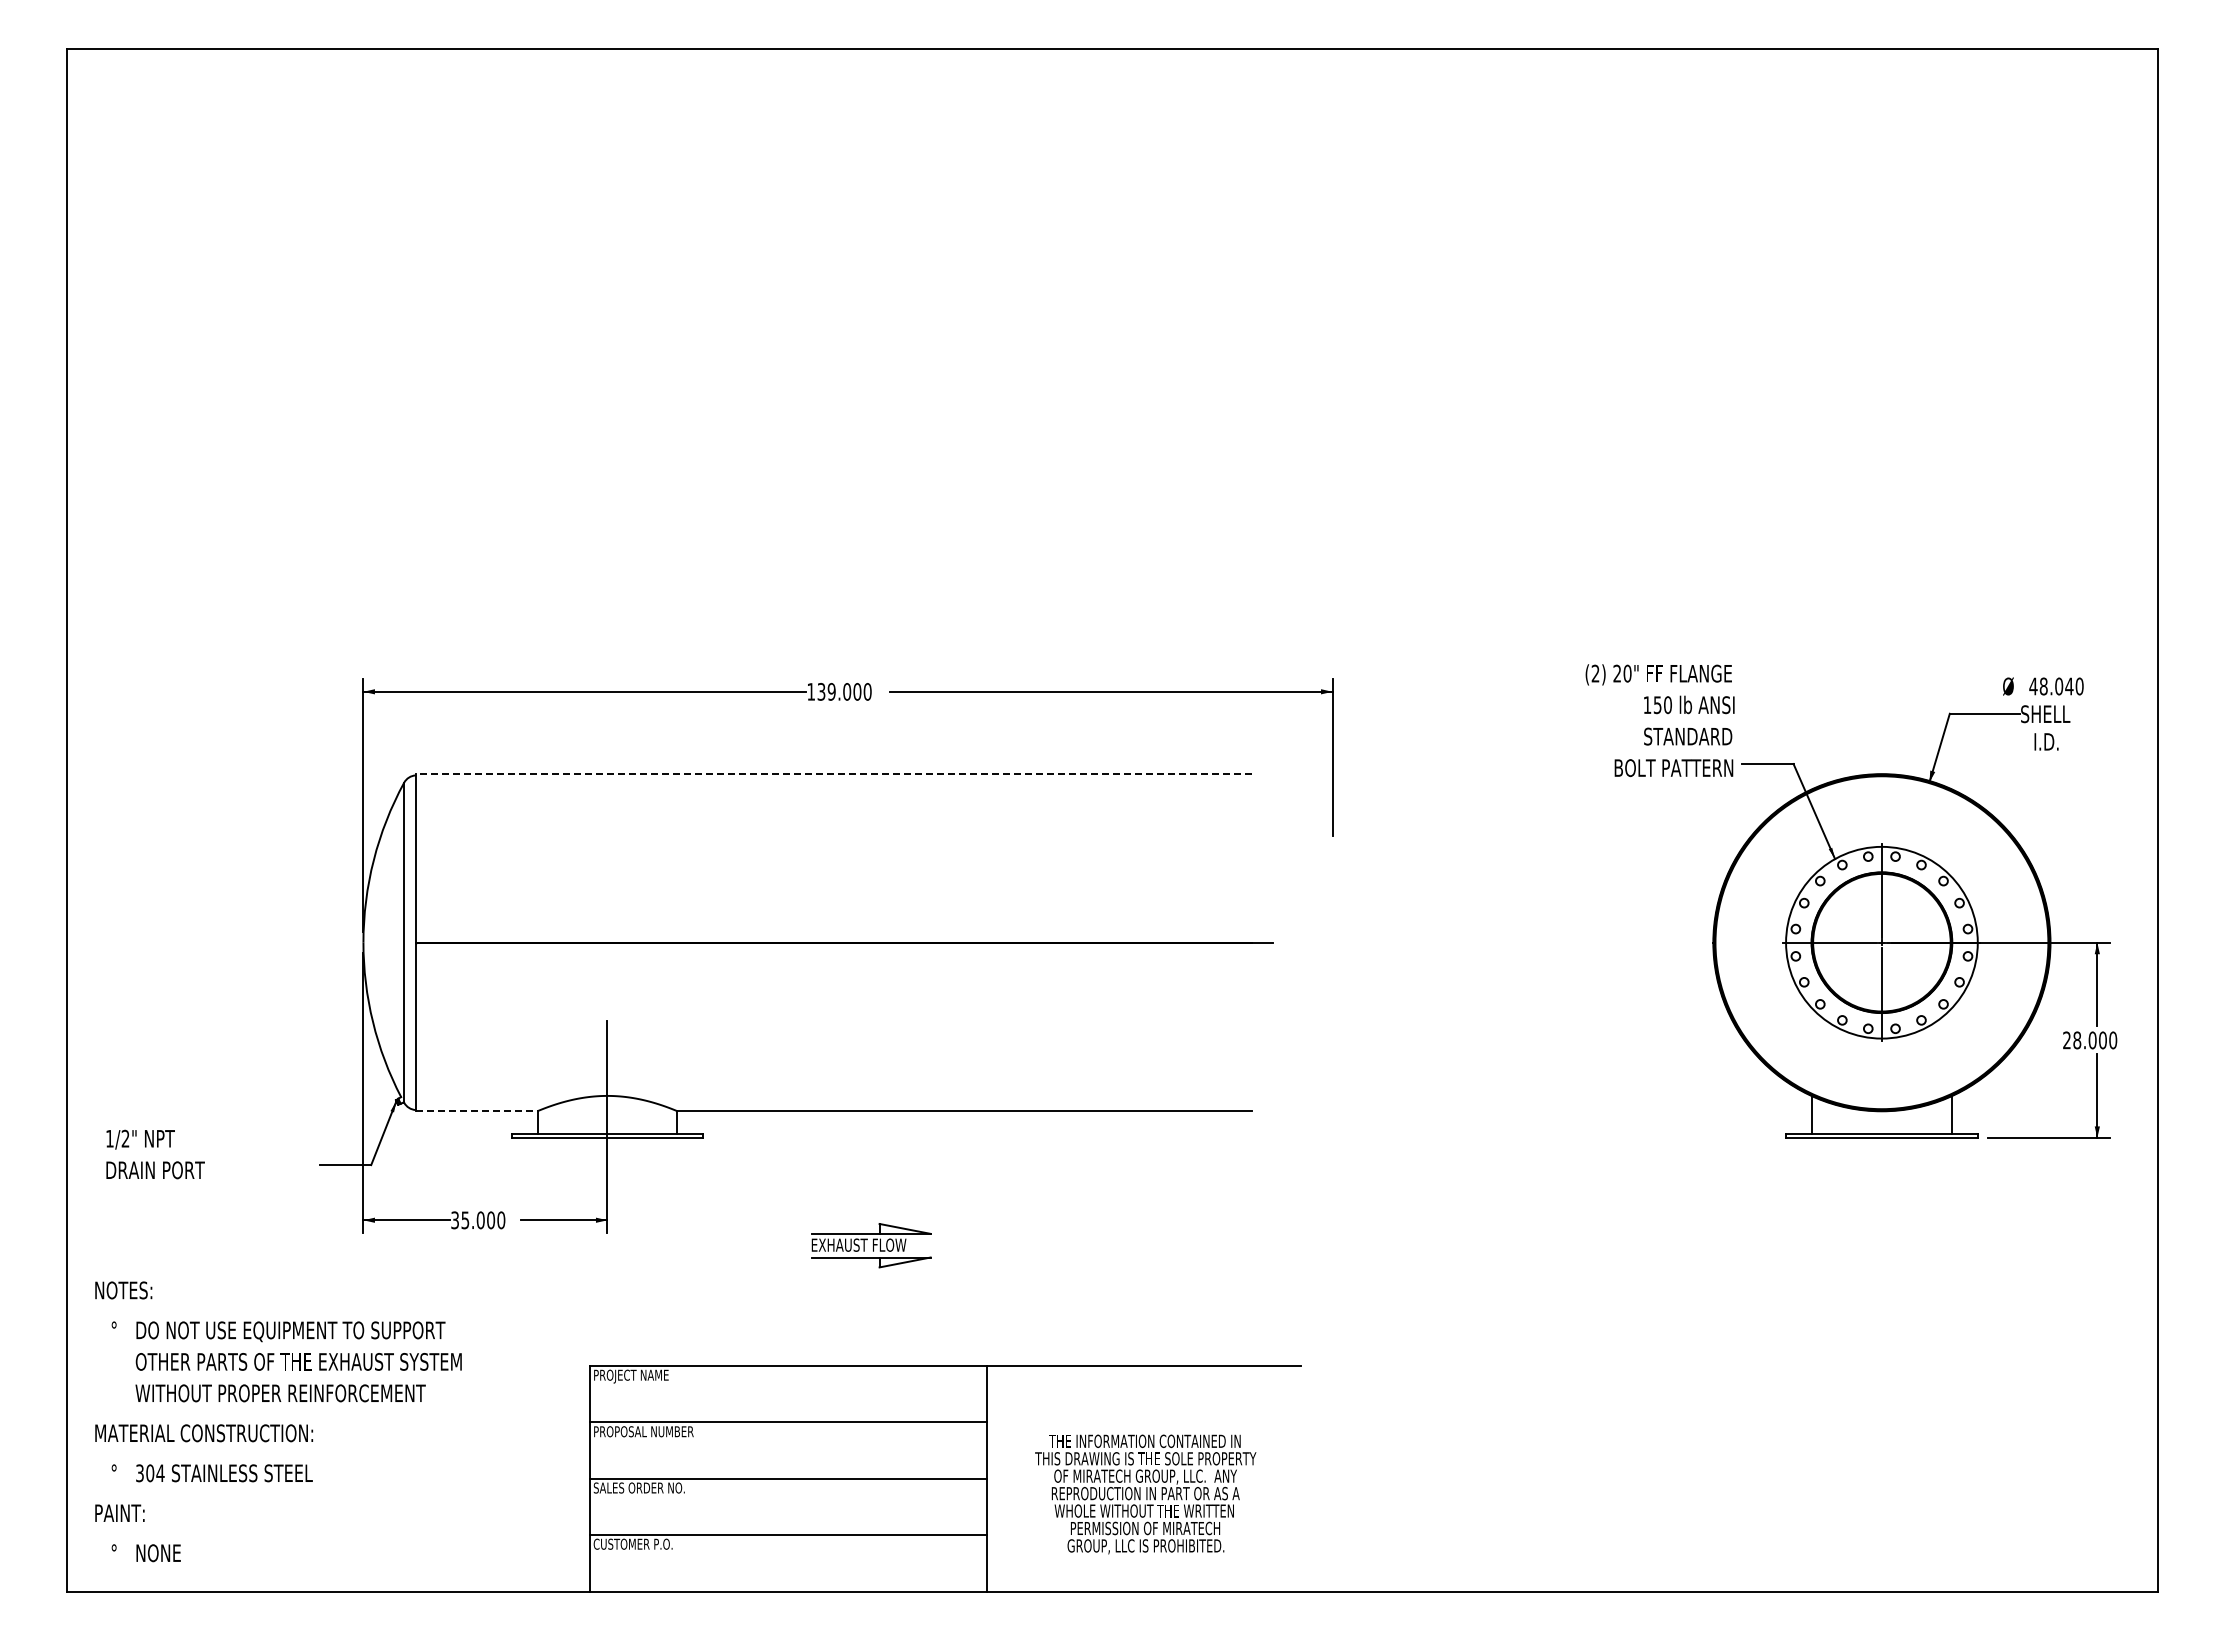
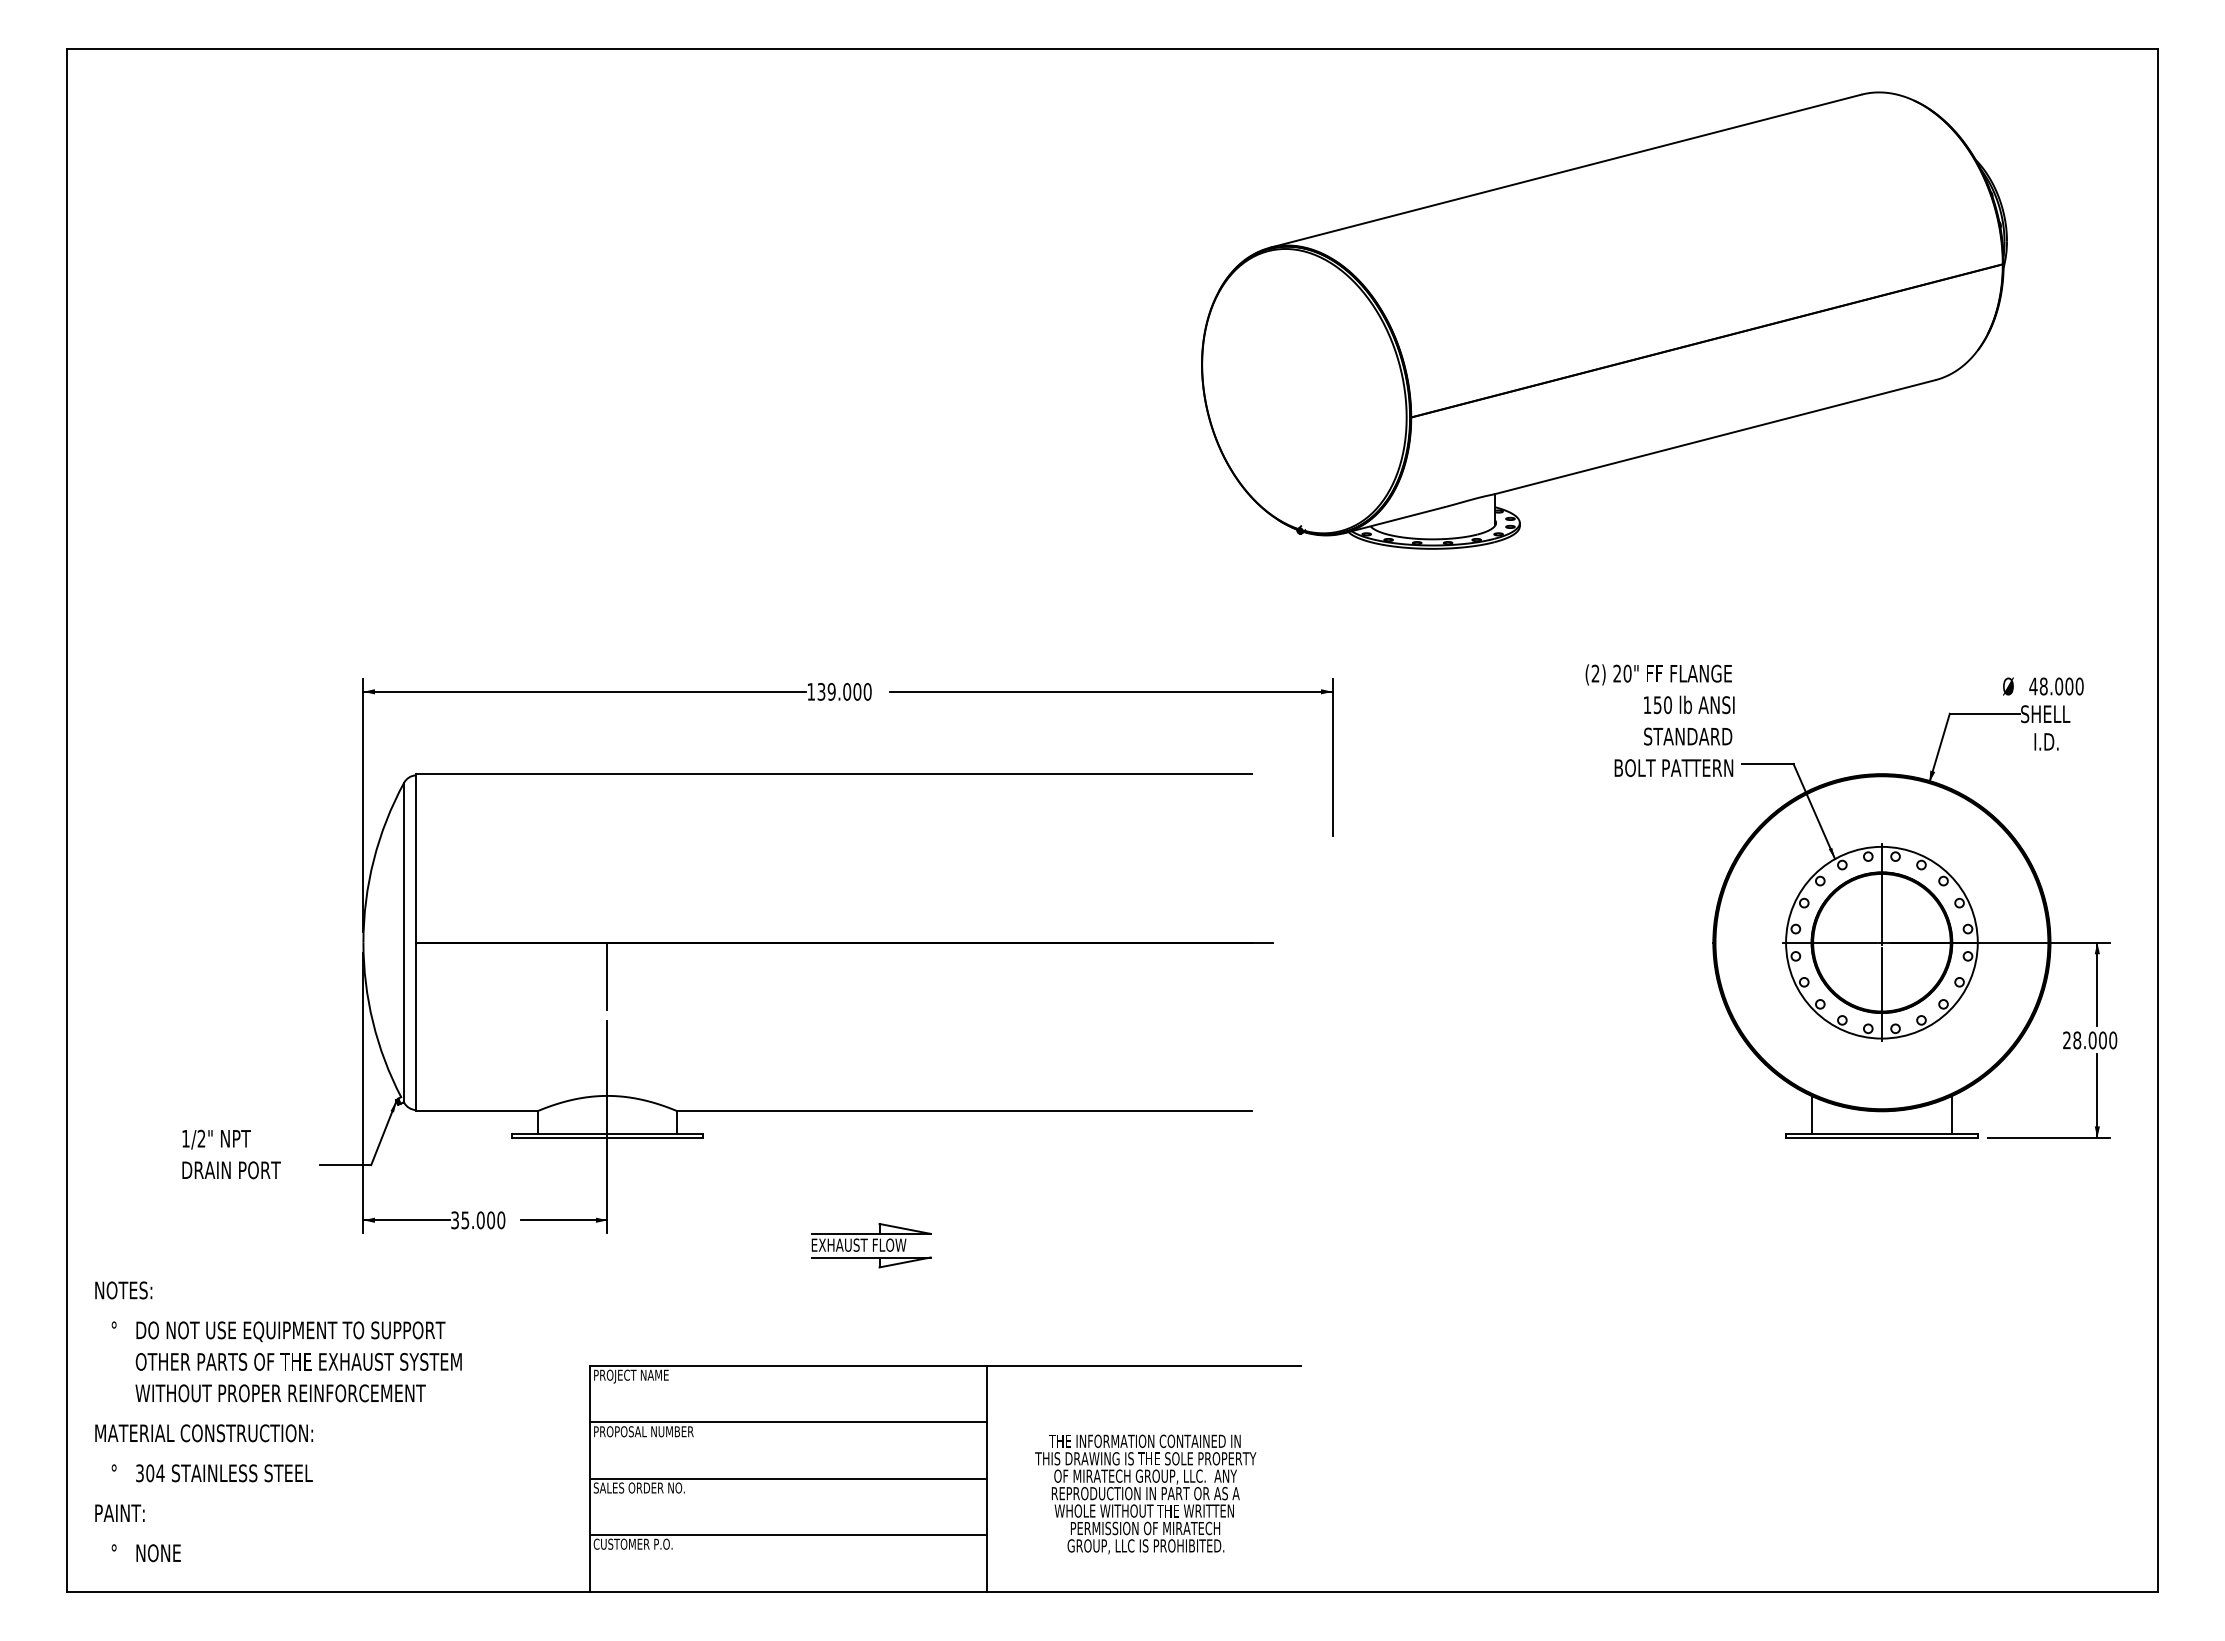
part at (1604, 320): none -> present
text at (2069, 686): 48.040 -> 48.000
line at (833, 774): dashed -> solid
line at (607, 976): none -> present
line at (476, 1111): dashed -> solid
text at (155, 1154) position: (155, 1154) -> (231, 1154)
